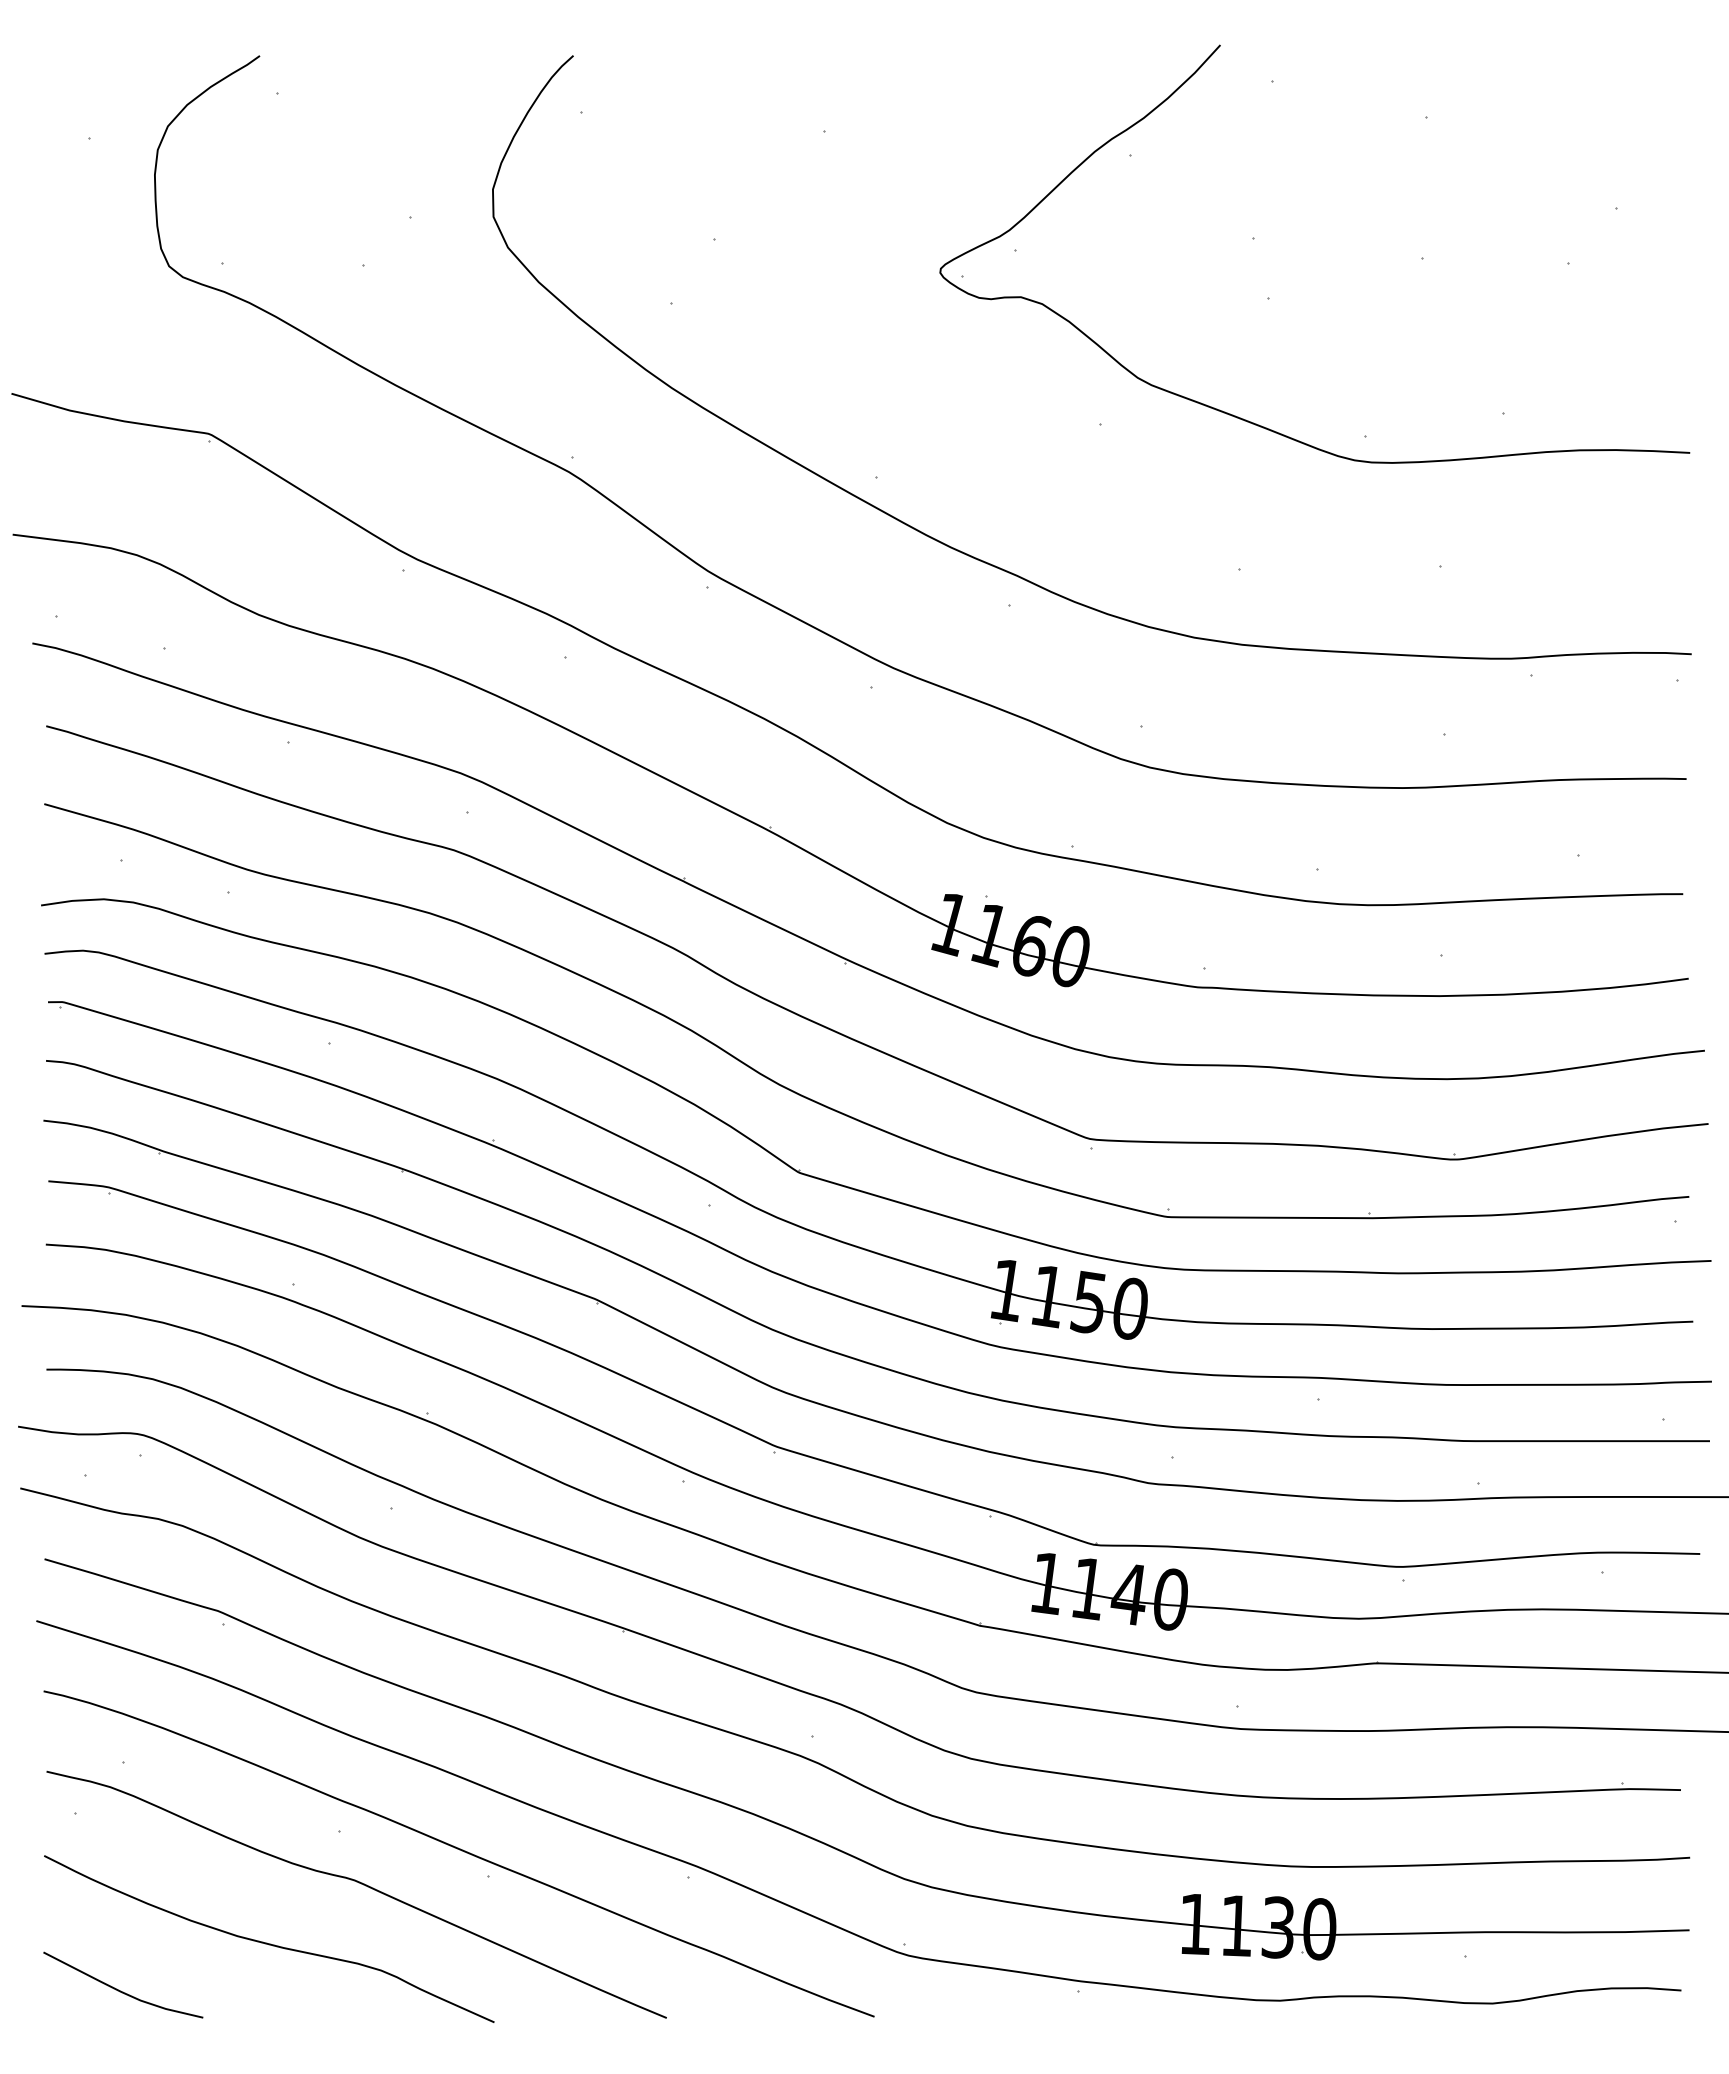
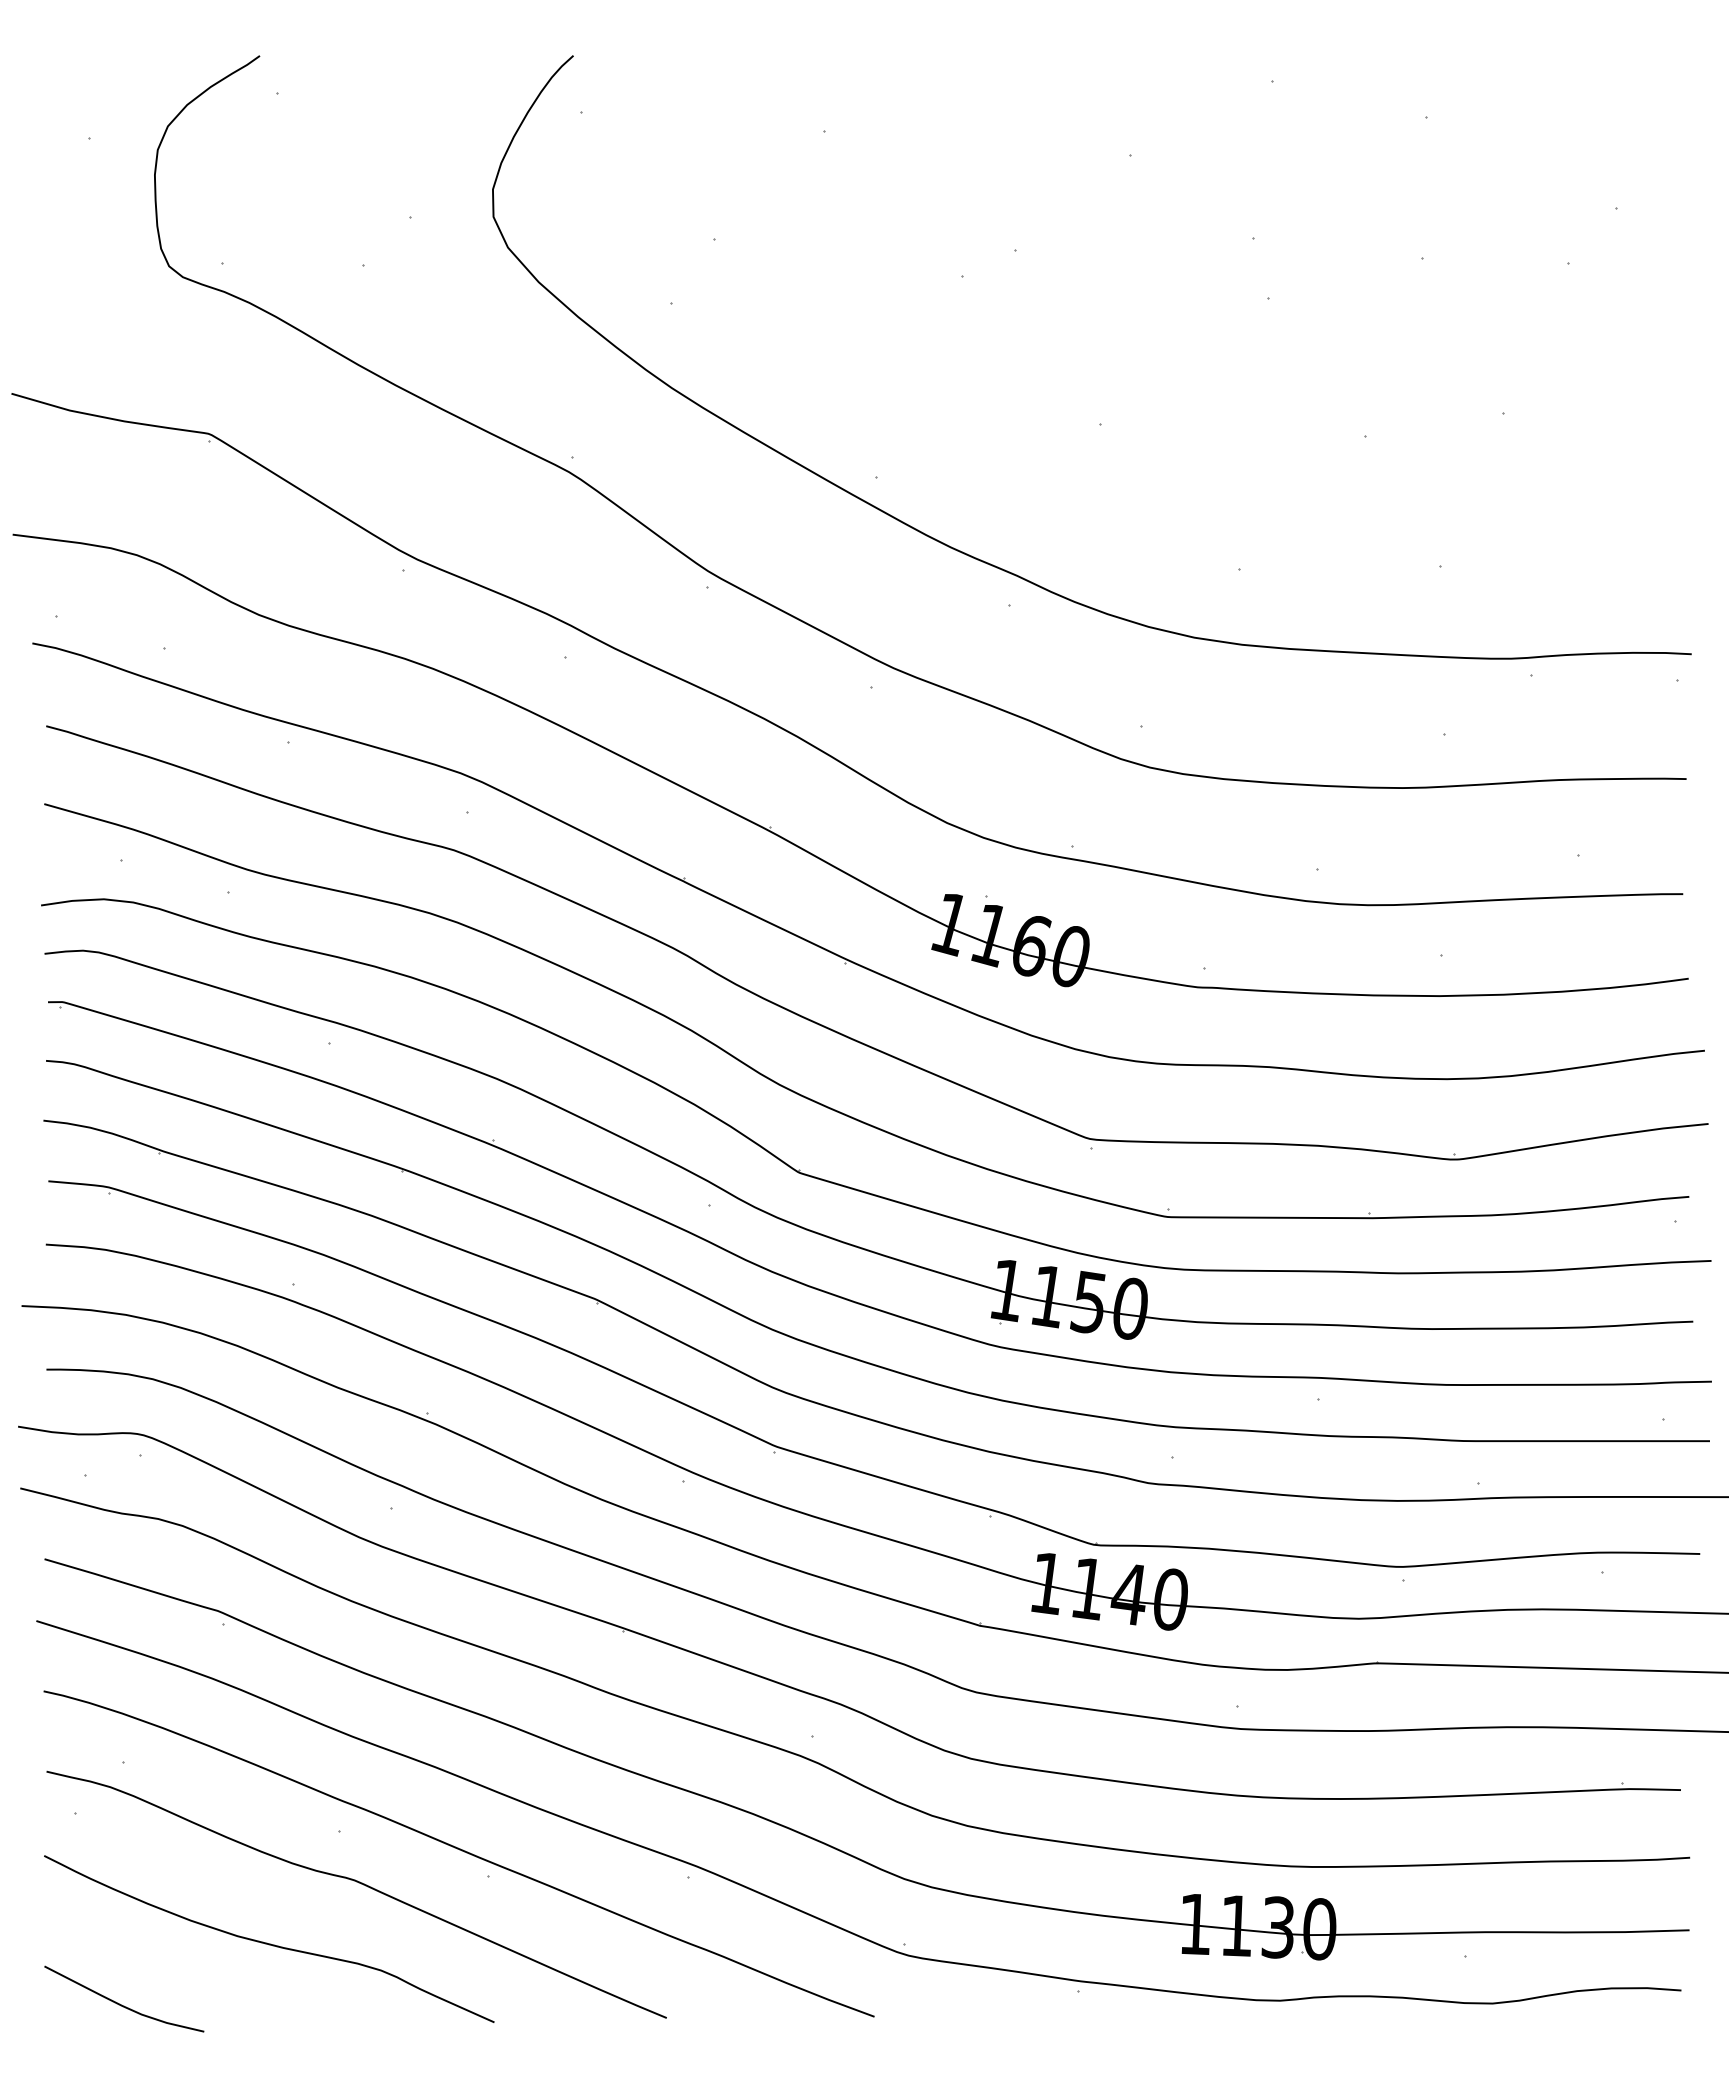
curve at (1246, 419): present -> none
curve at (120, 1990) position: (120, 1990) -> (121, 2004)
